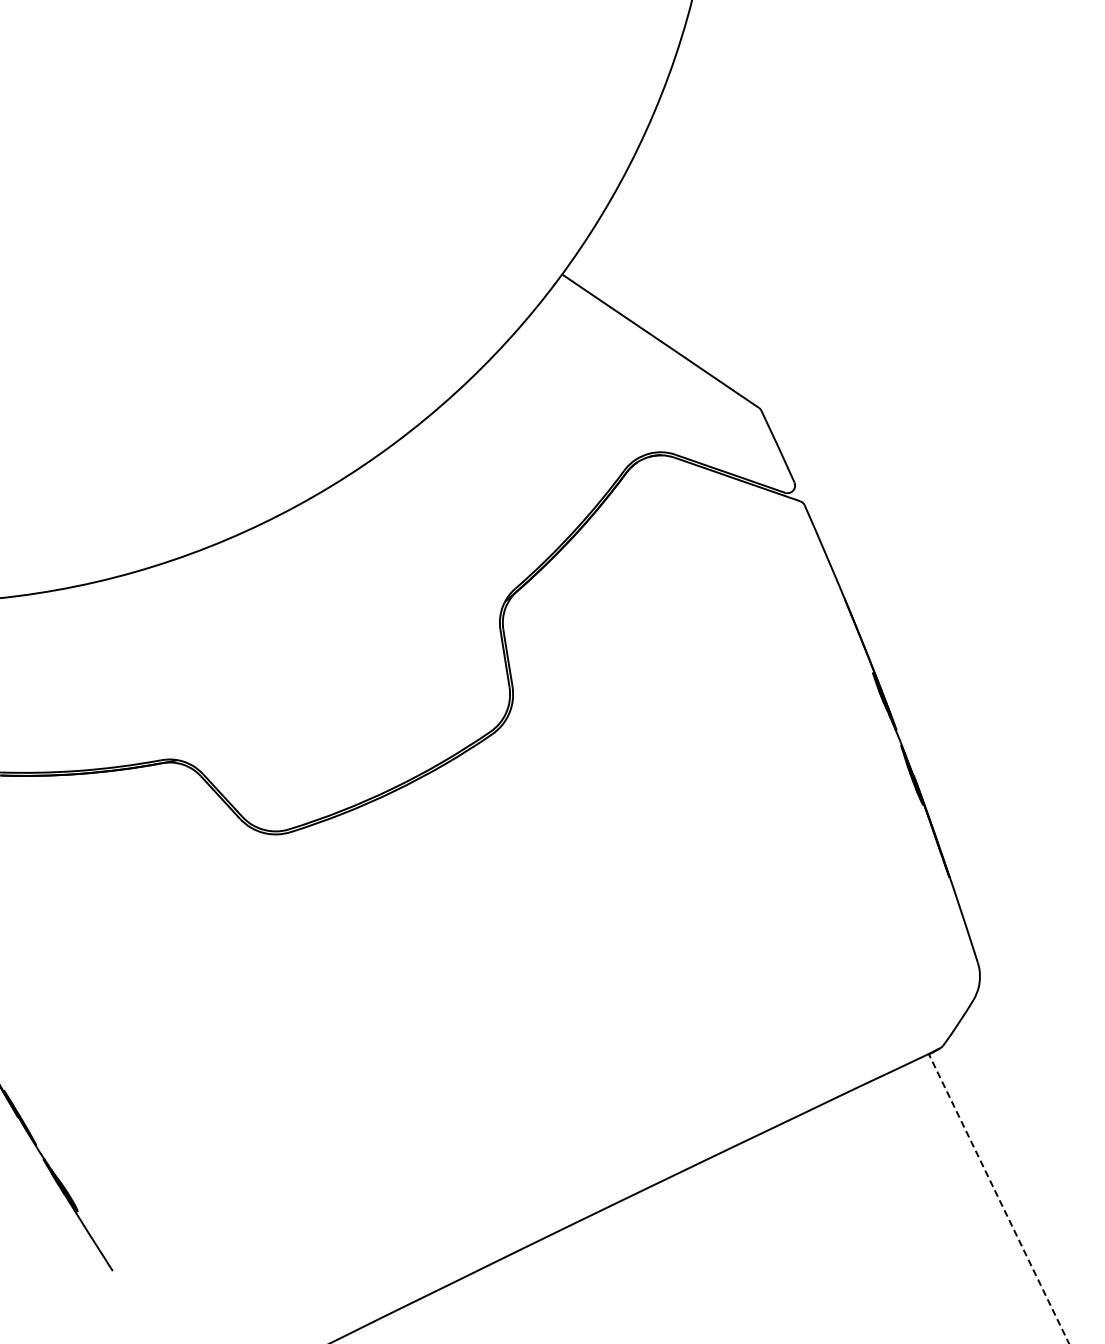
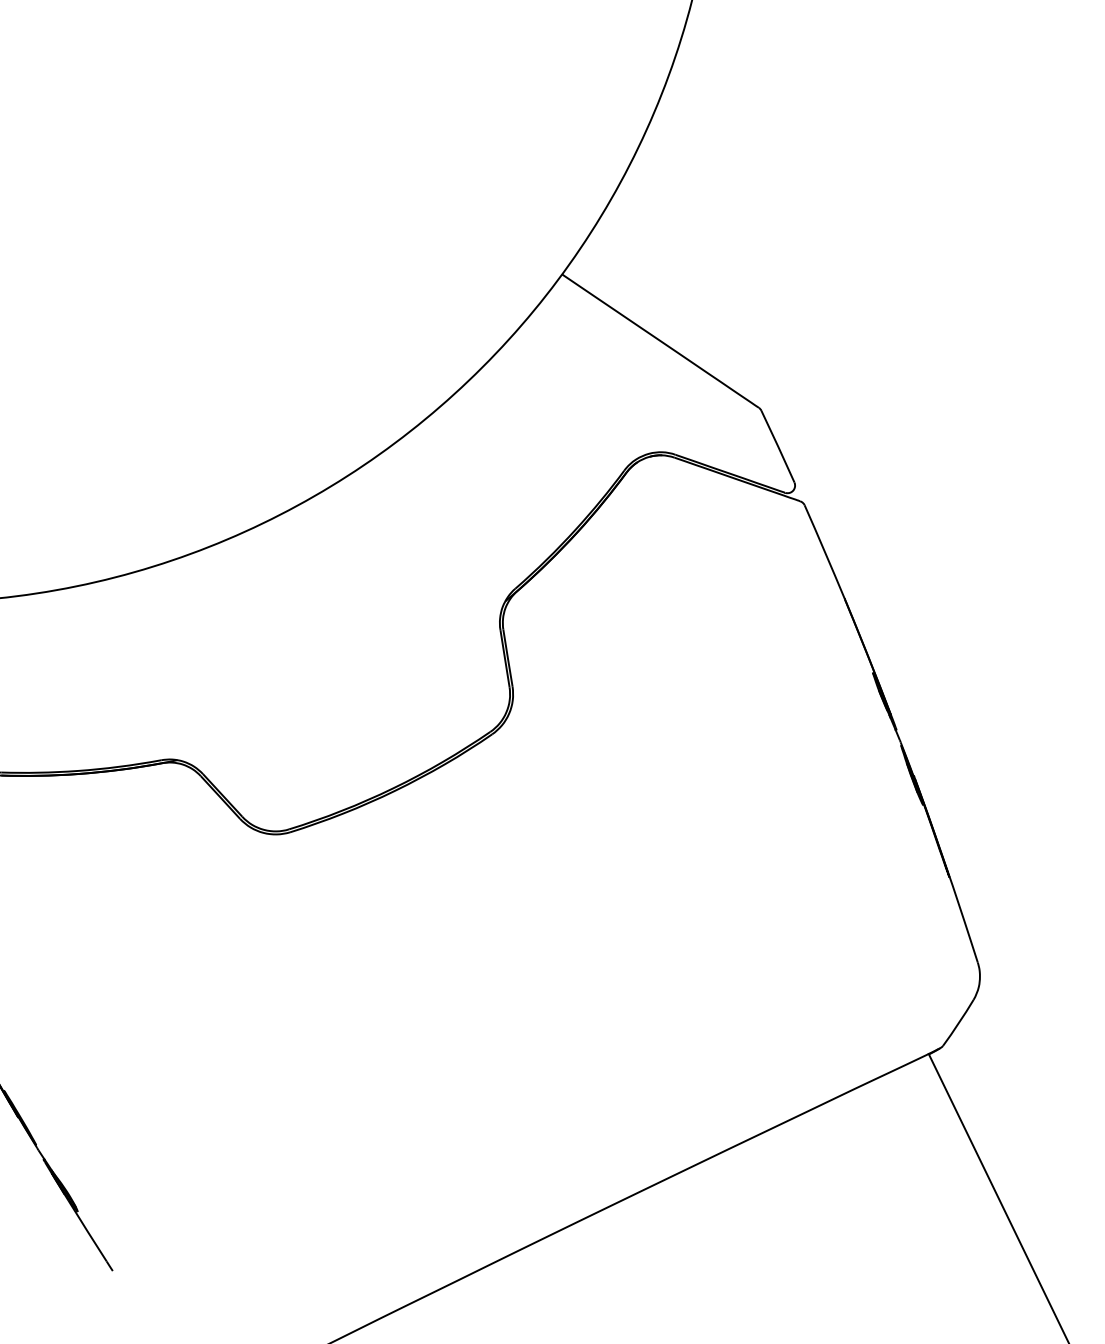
line at (998, 1198): dashed -> solid
